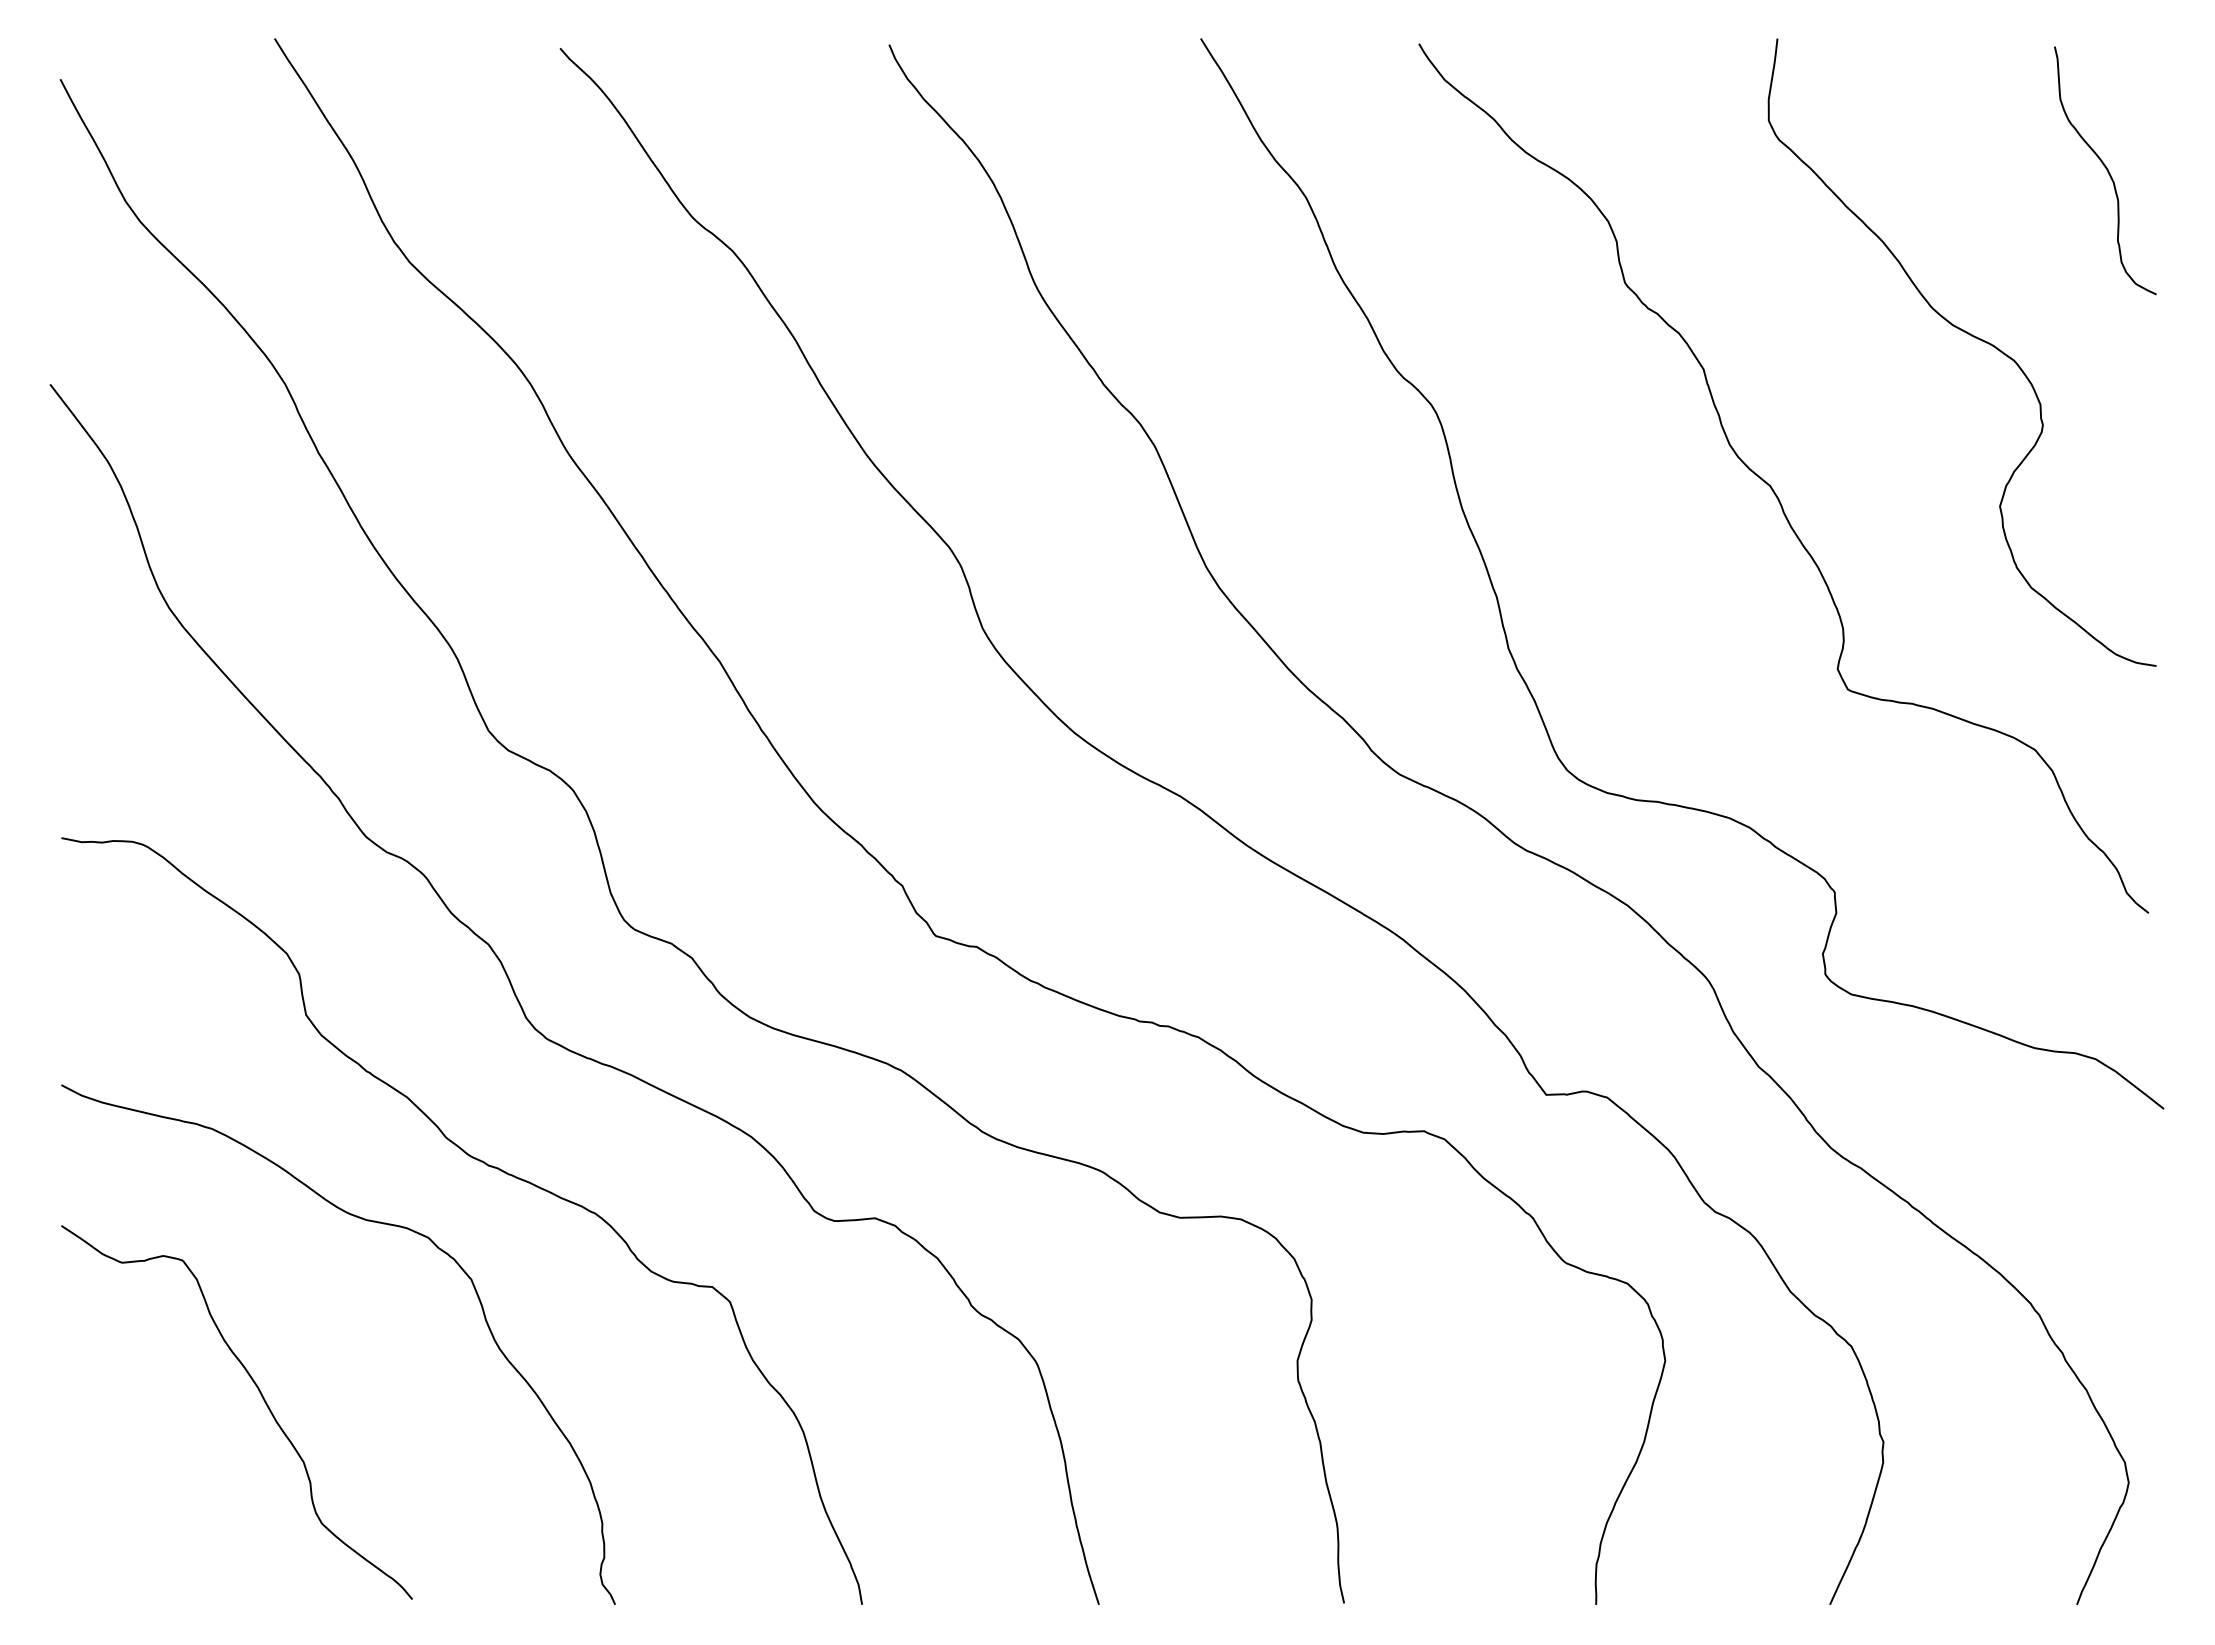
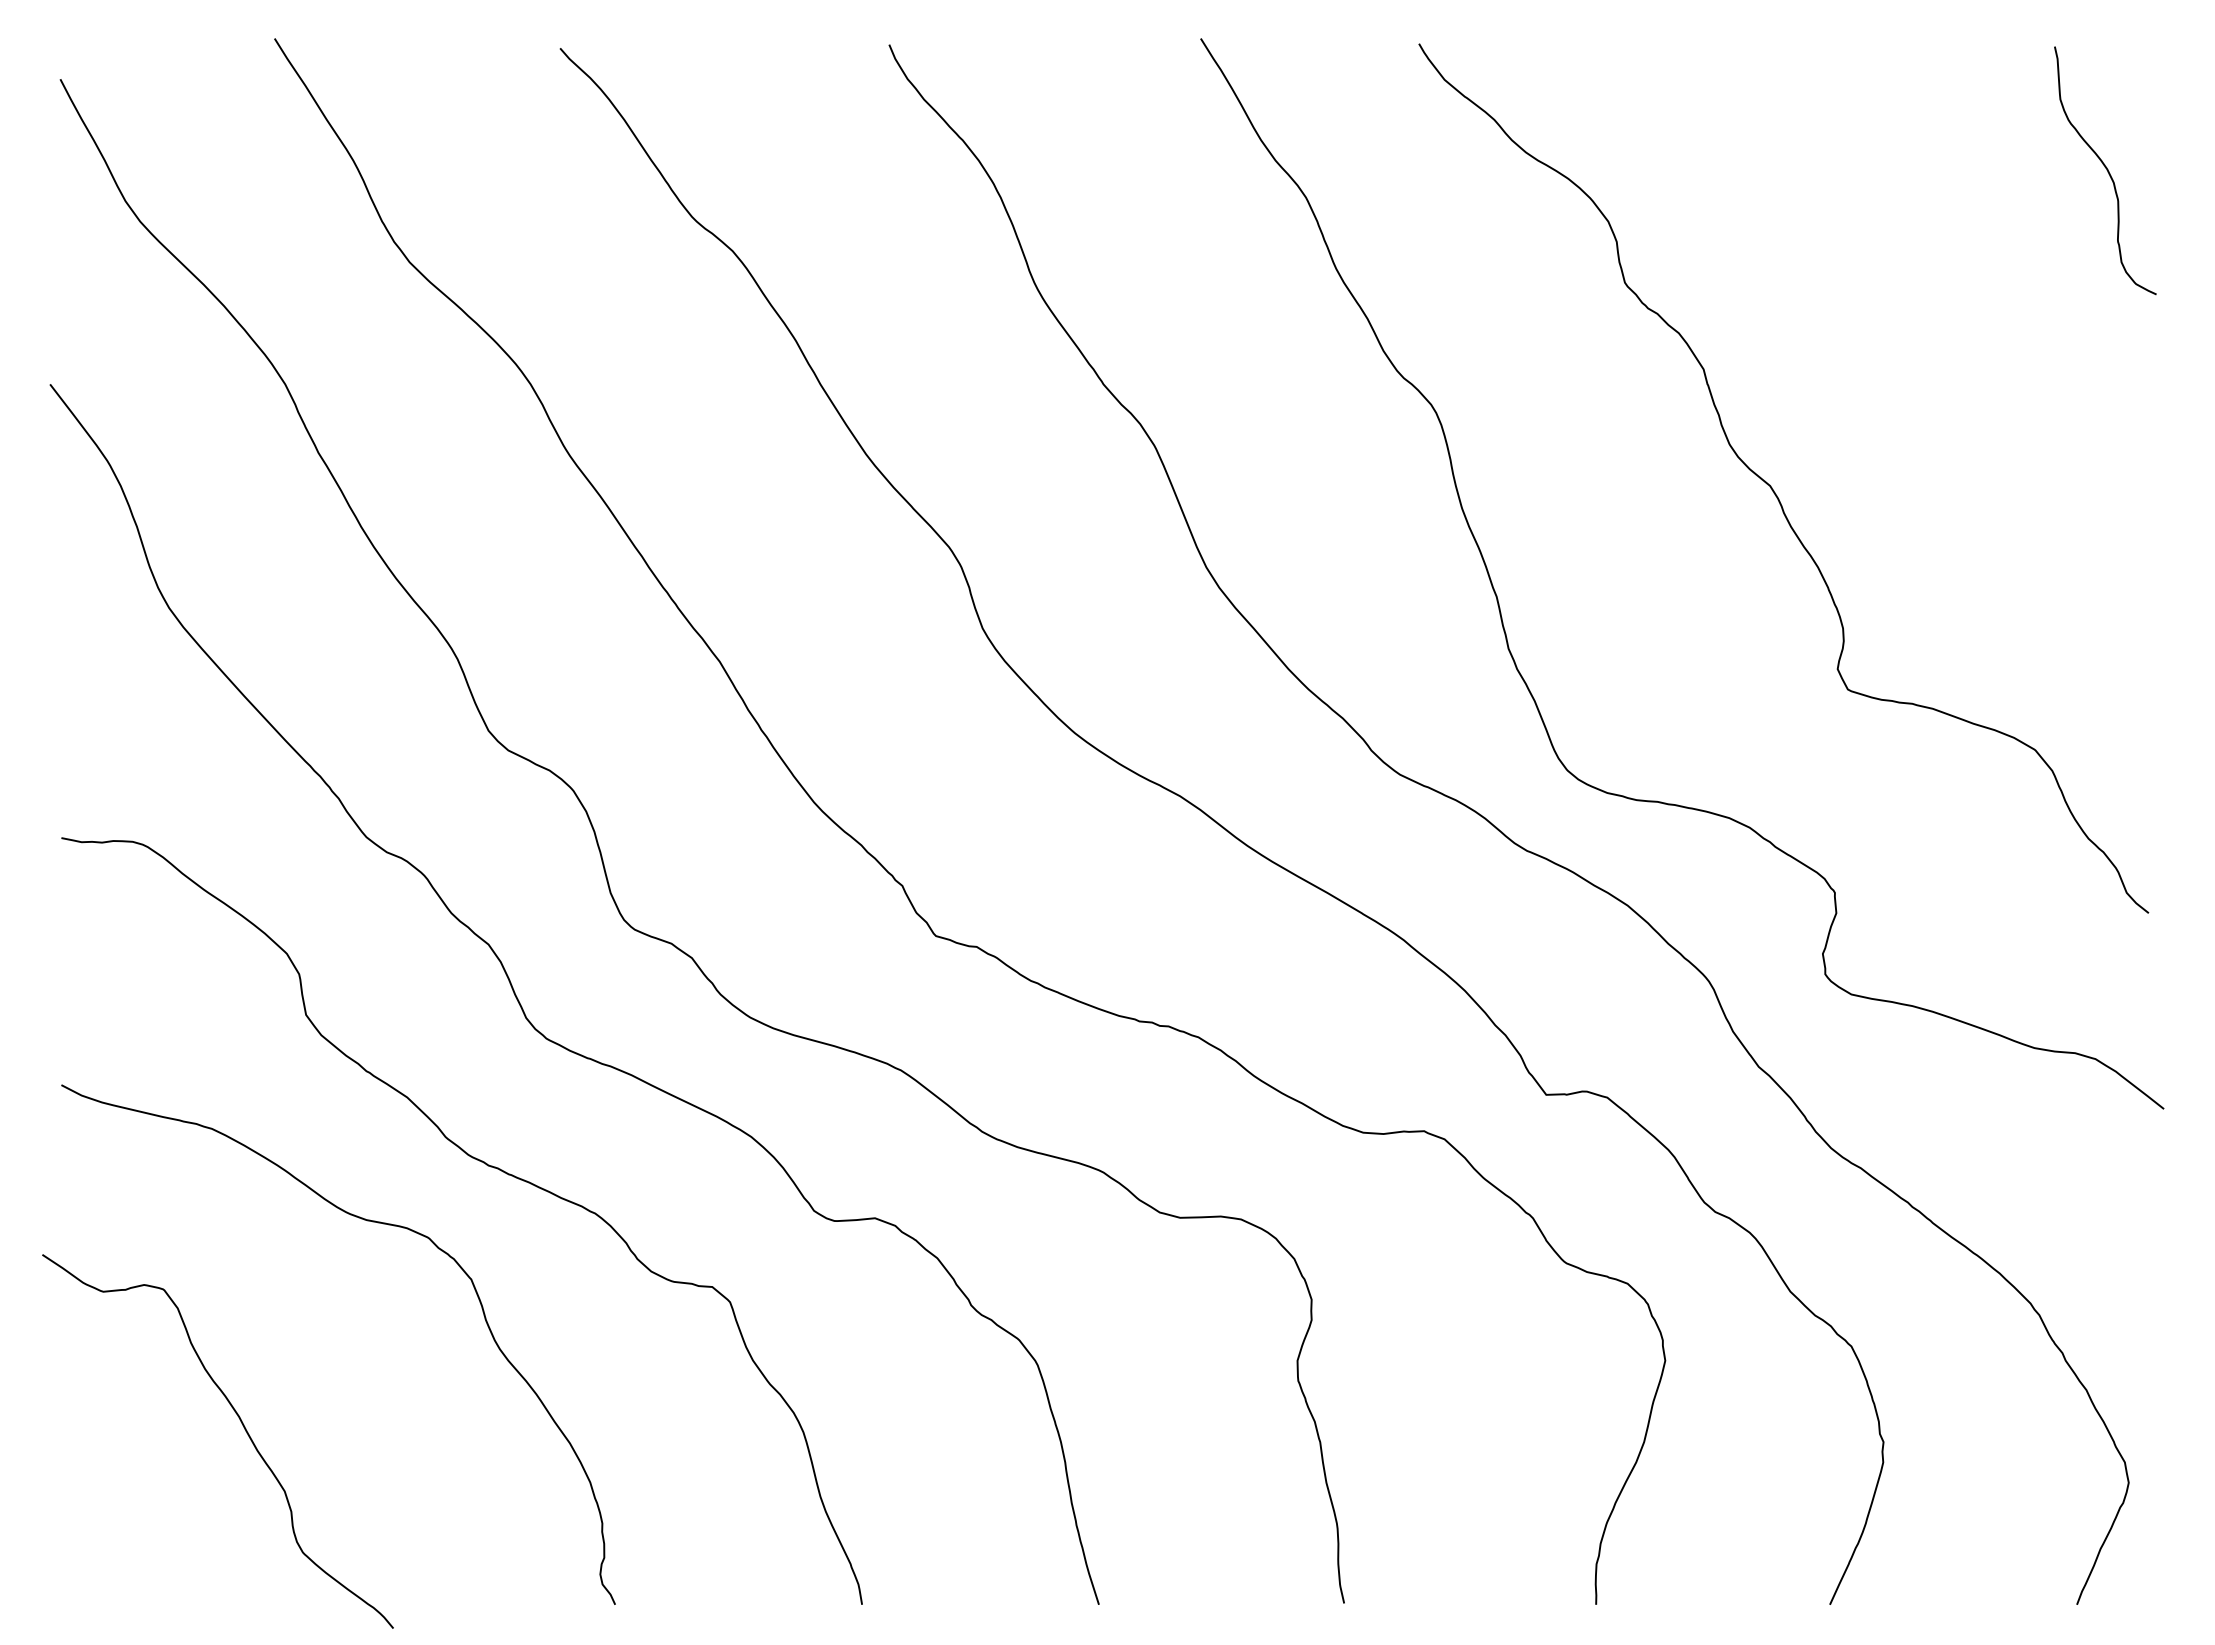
curve at (1969, 335): present -> none
curve at (262, 1398) position: (262, 1398) -> (243, 1427)
